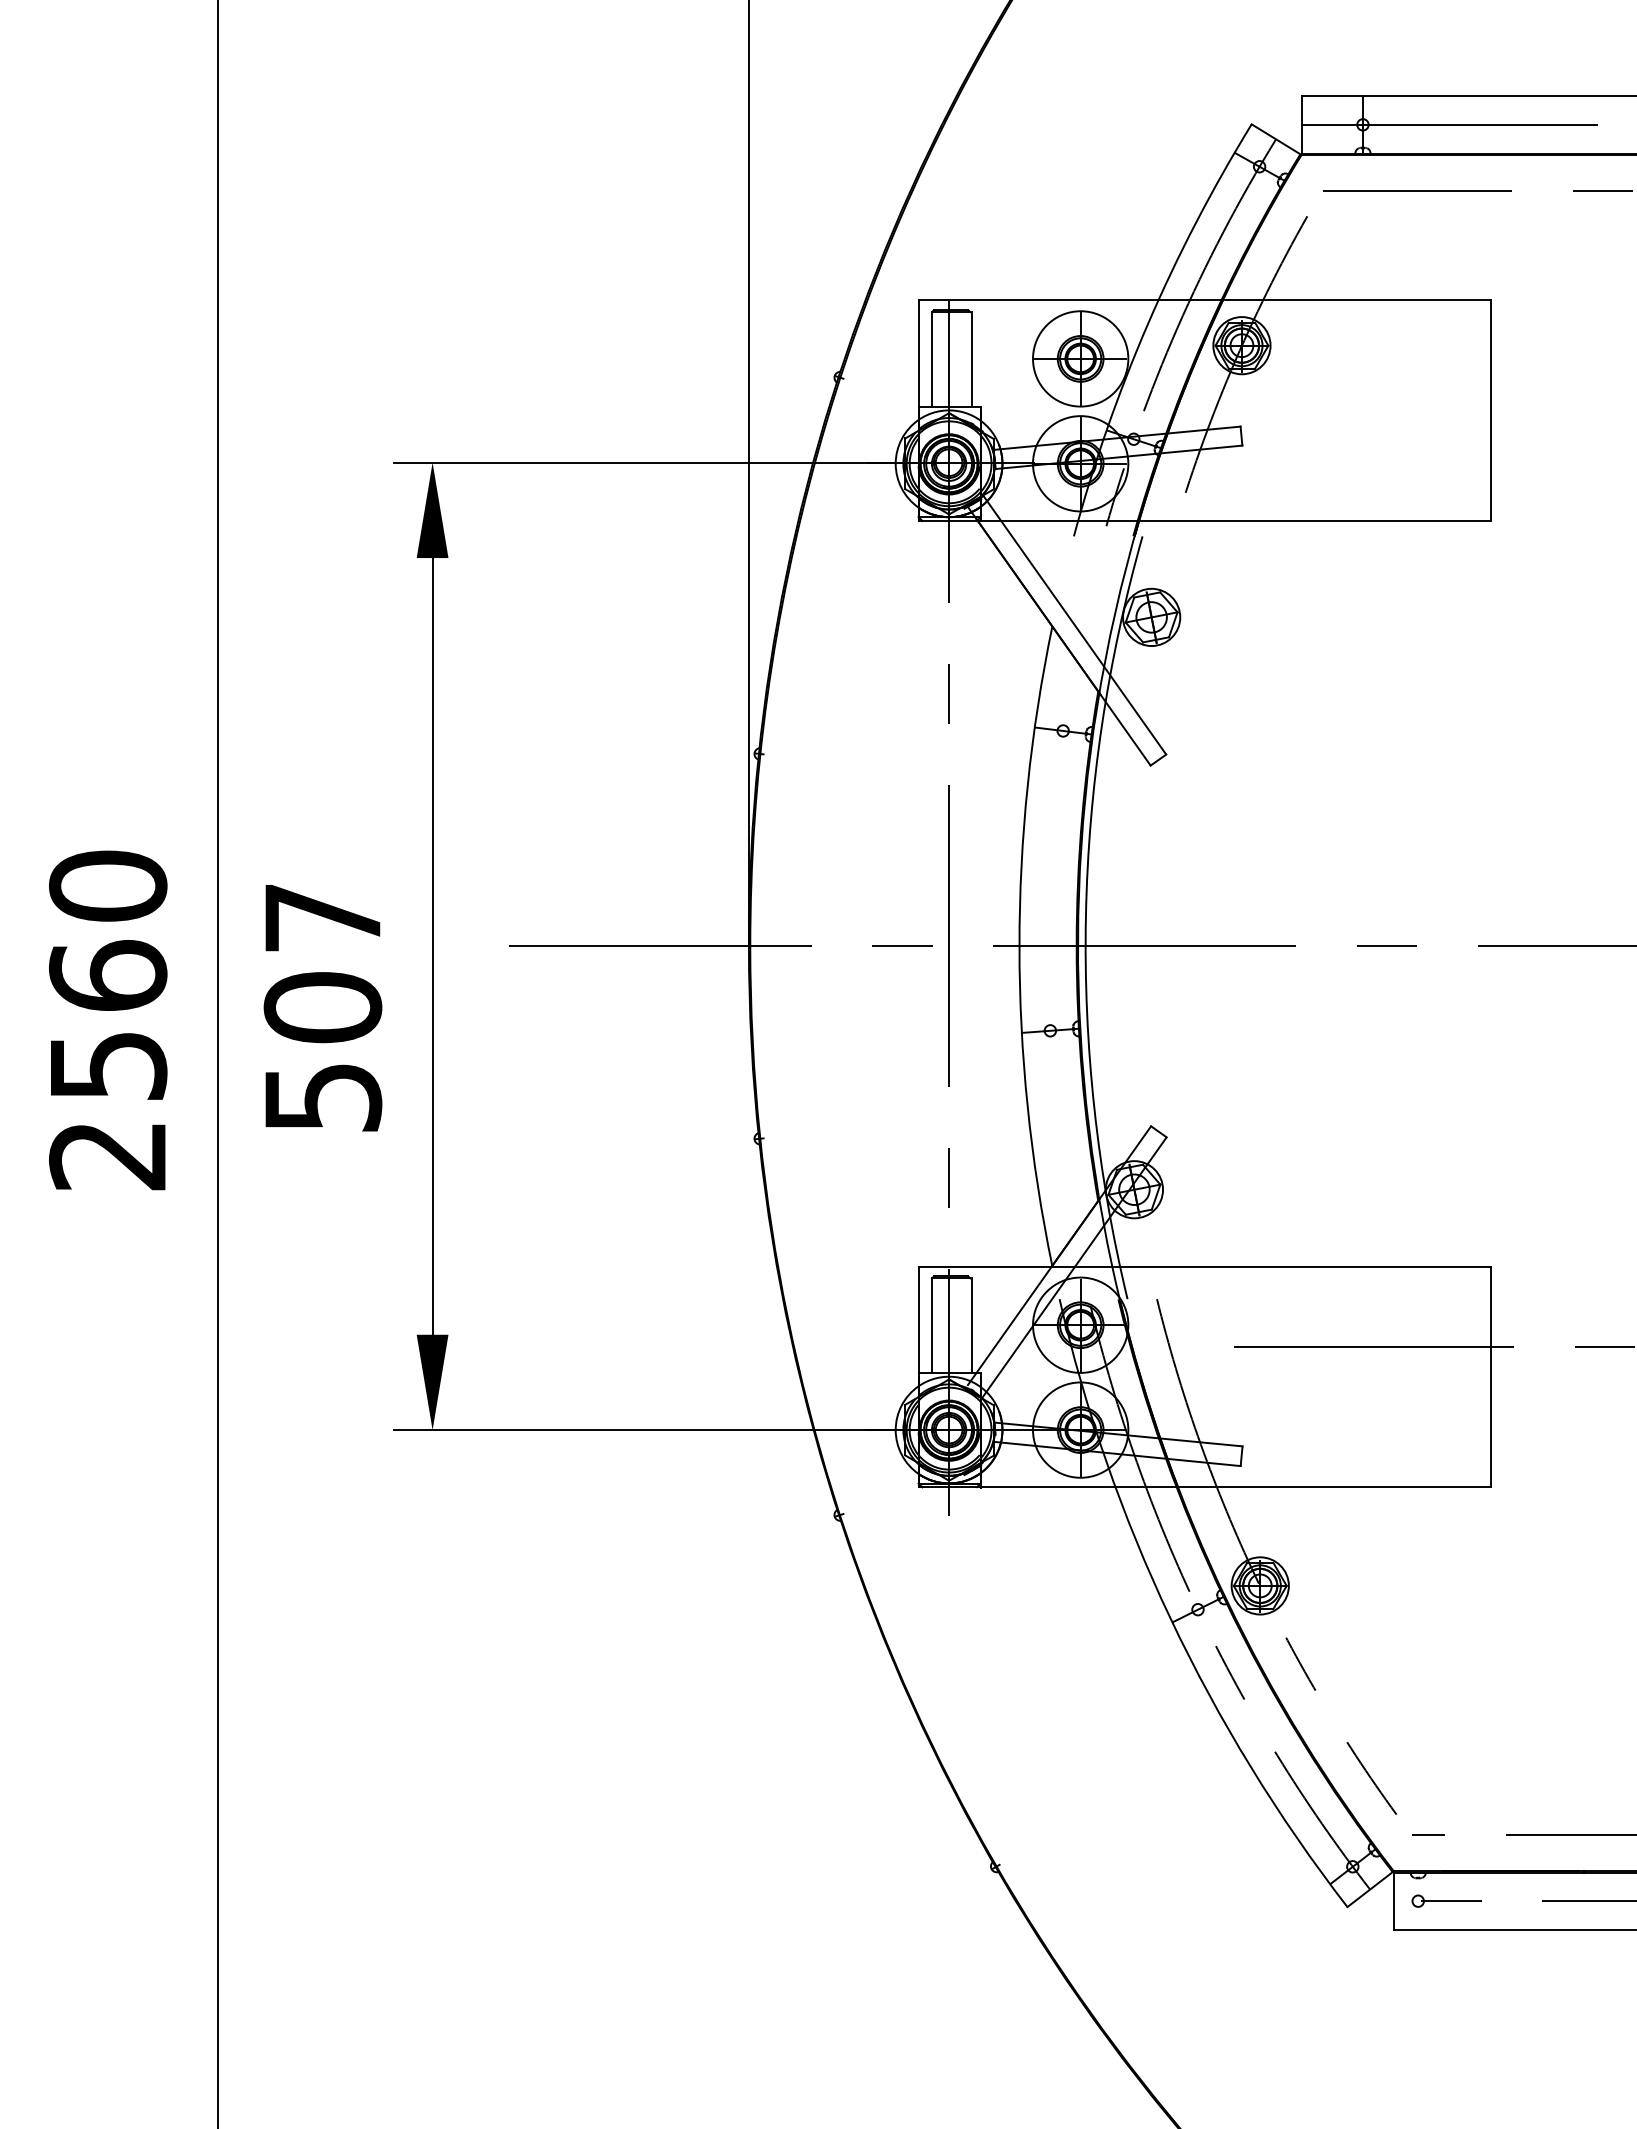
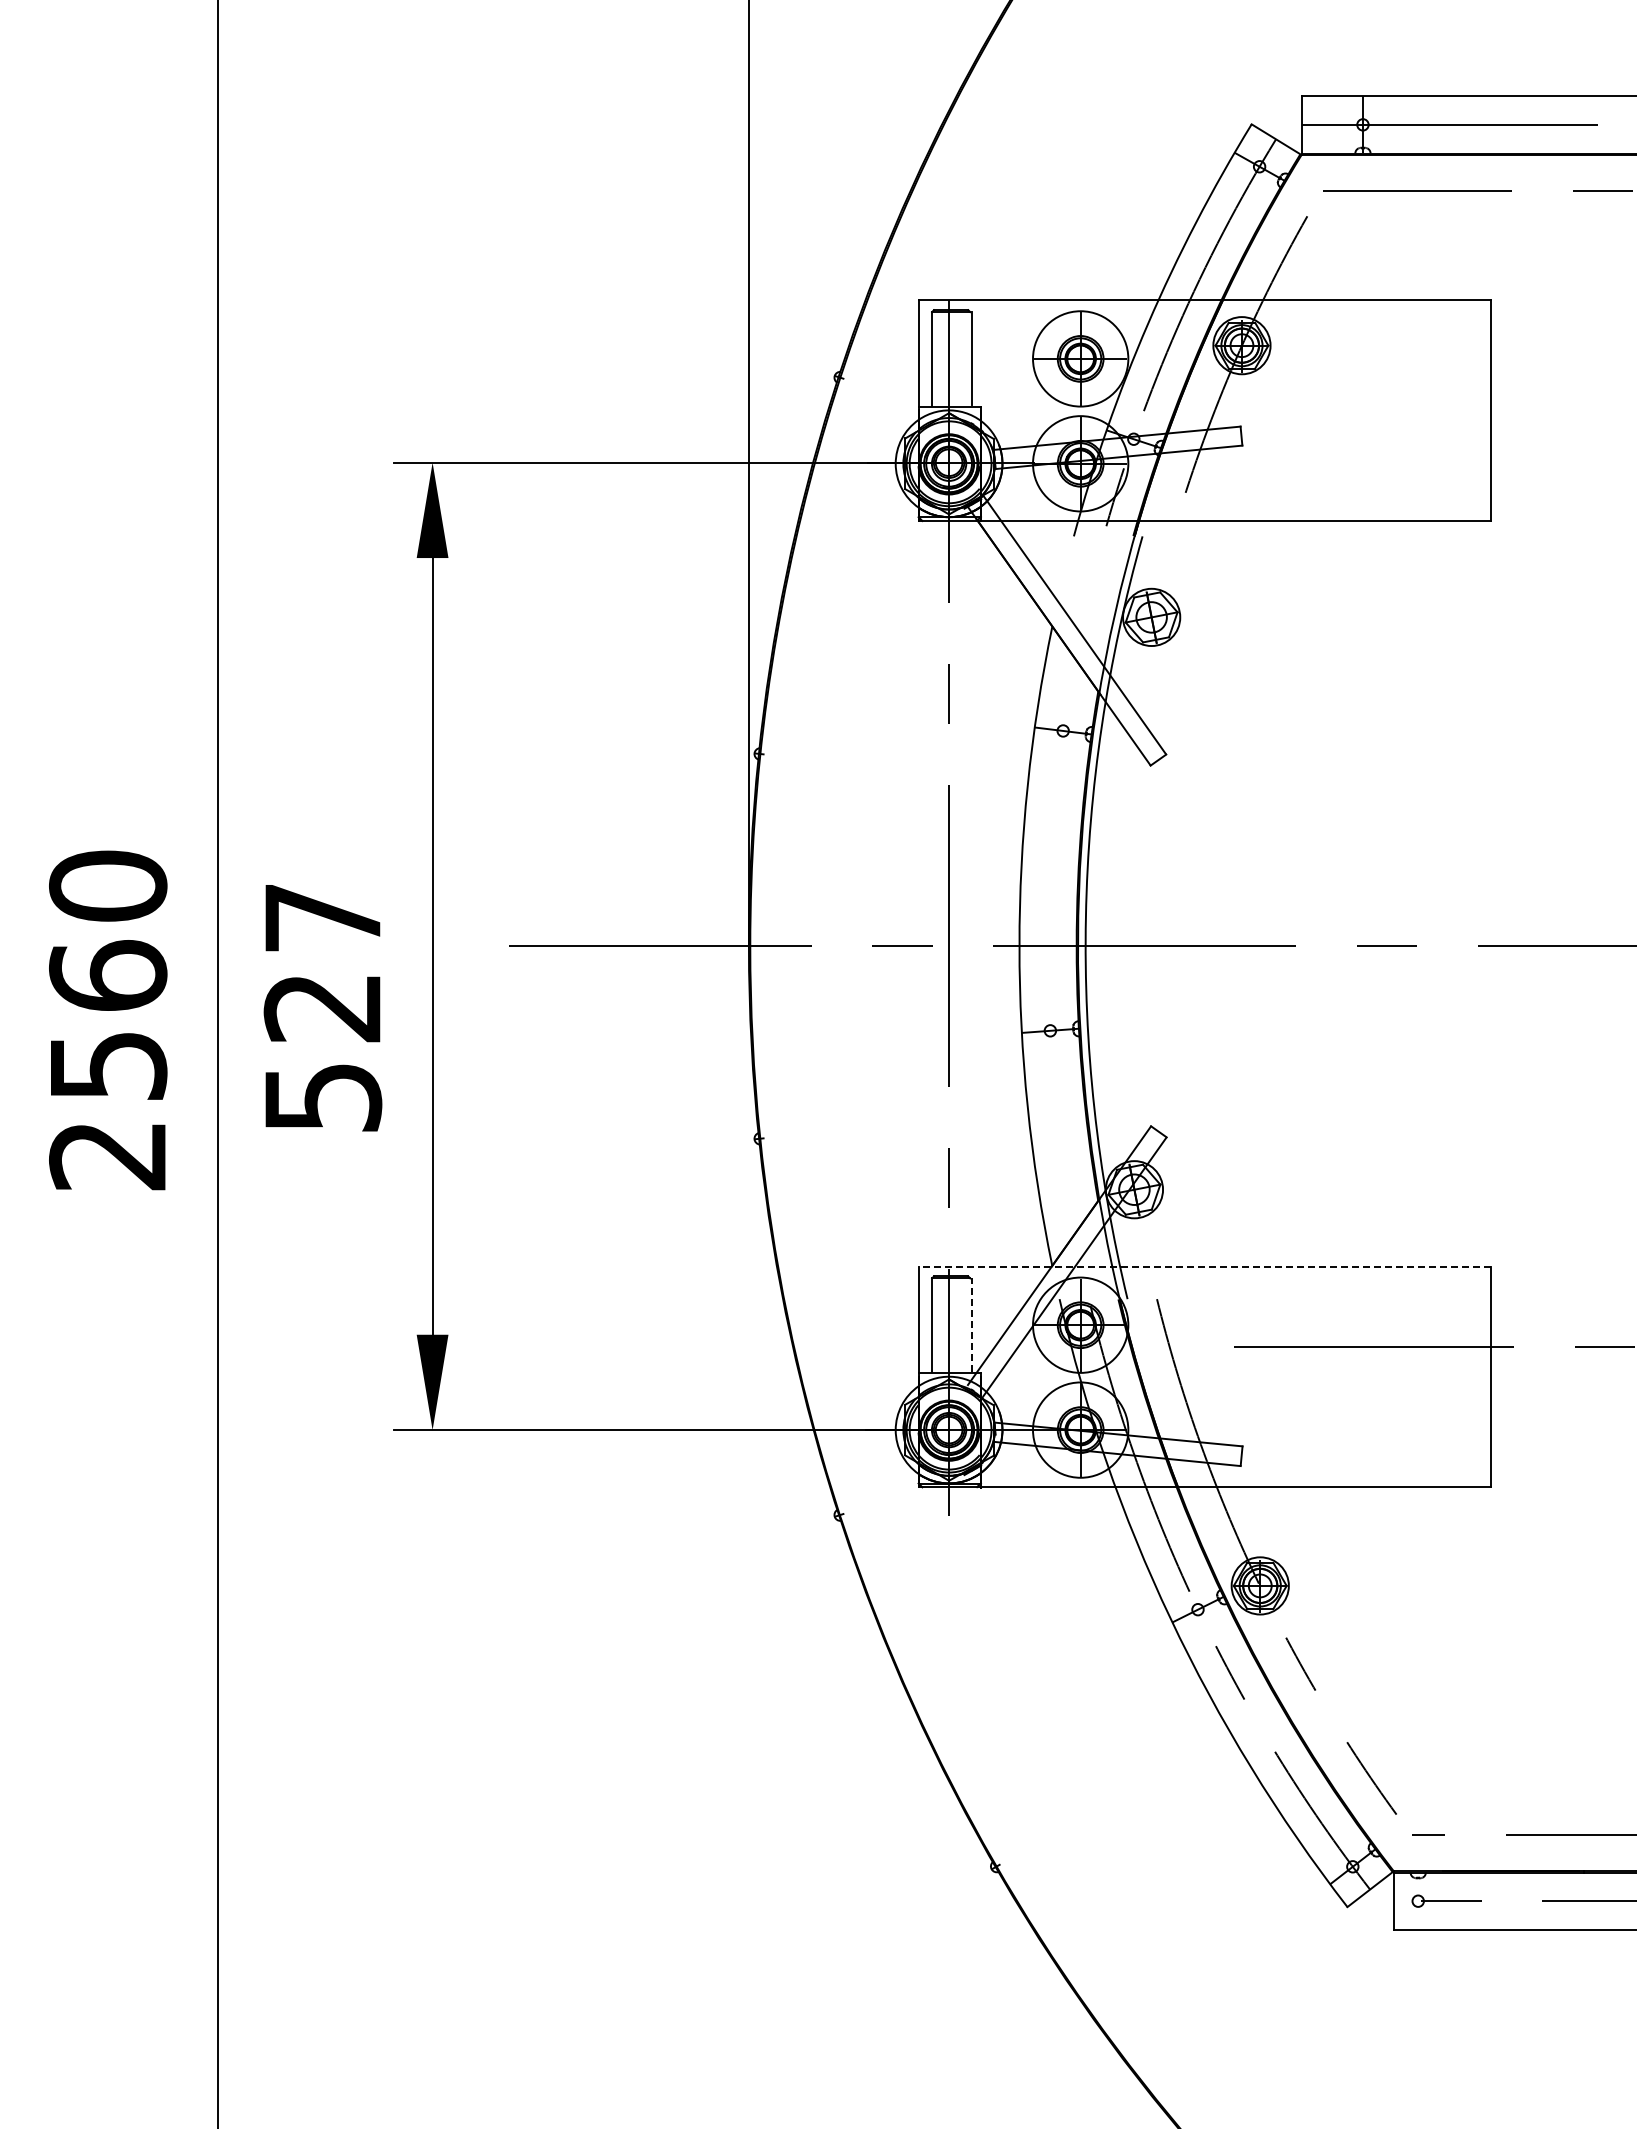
text at (322, 1007): 507 -> 527
line at (1204, 1266): solid -> dashed
line at (971, 1324): solid -> dashed
